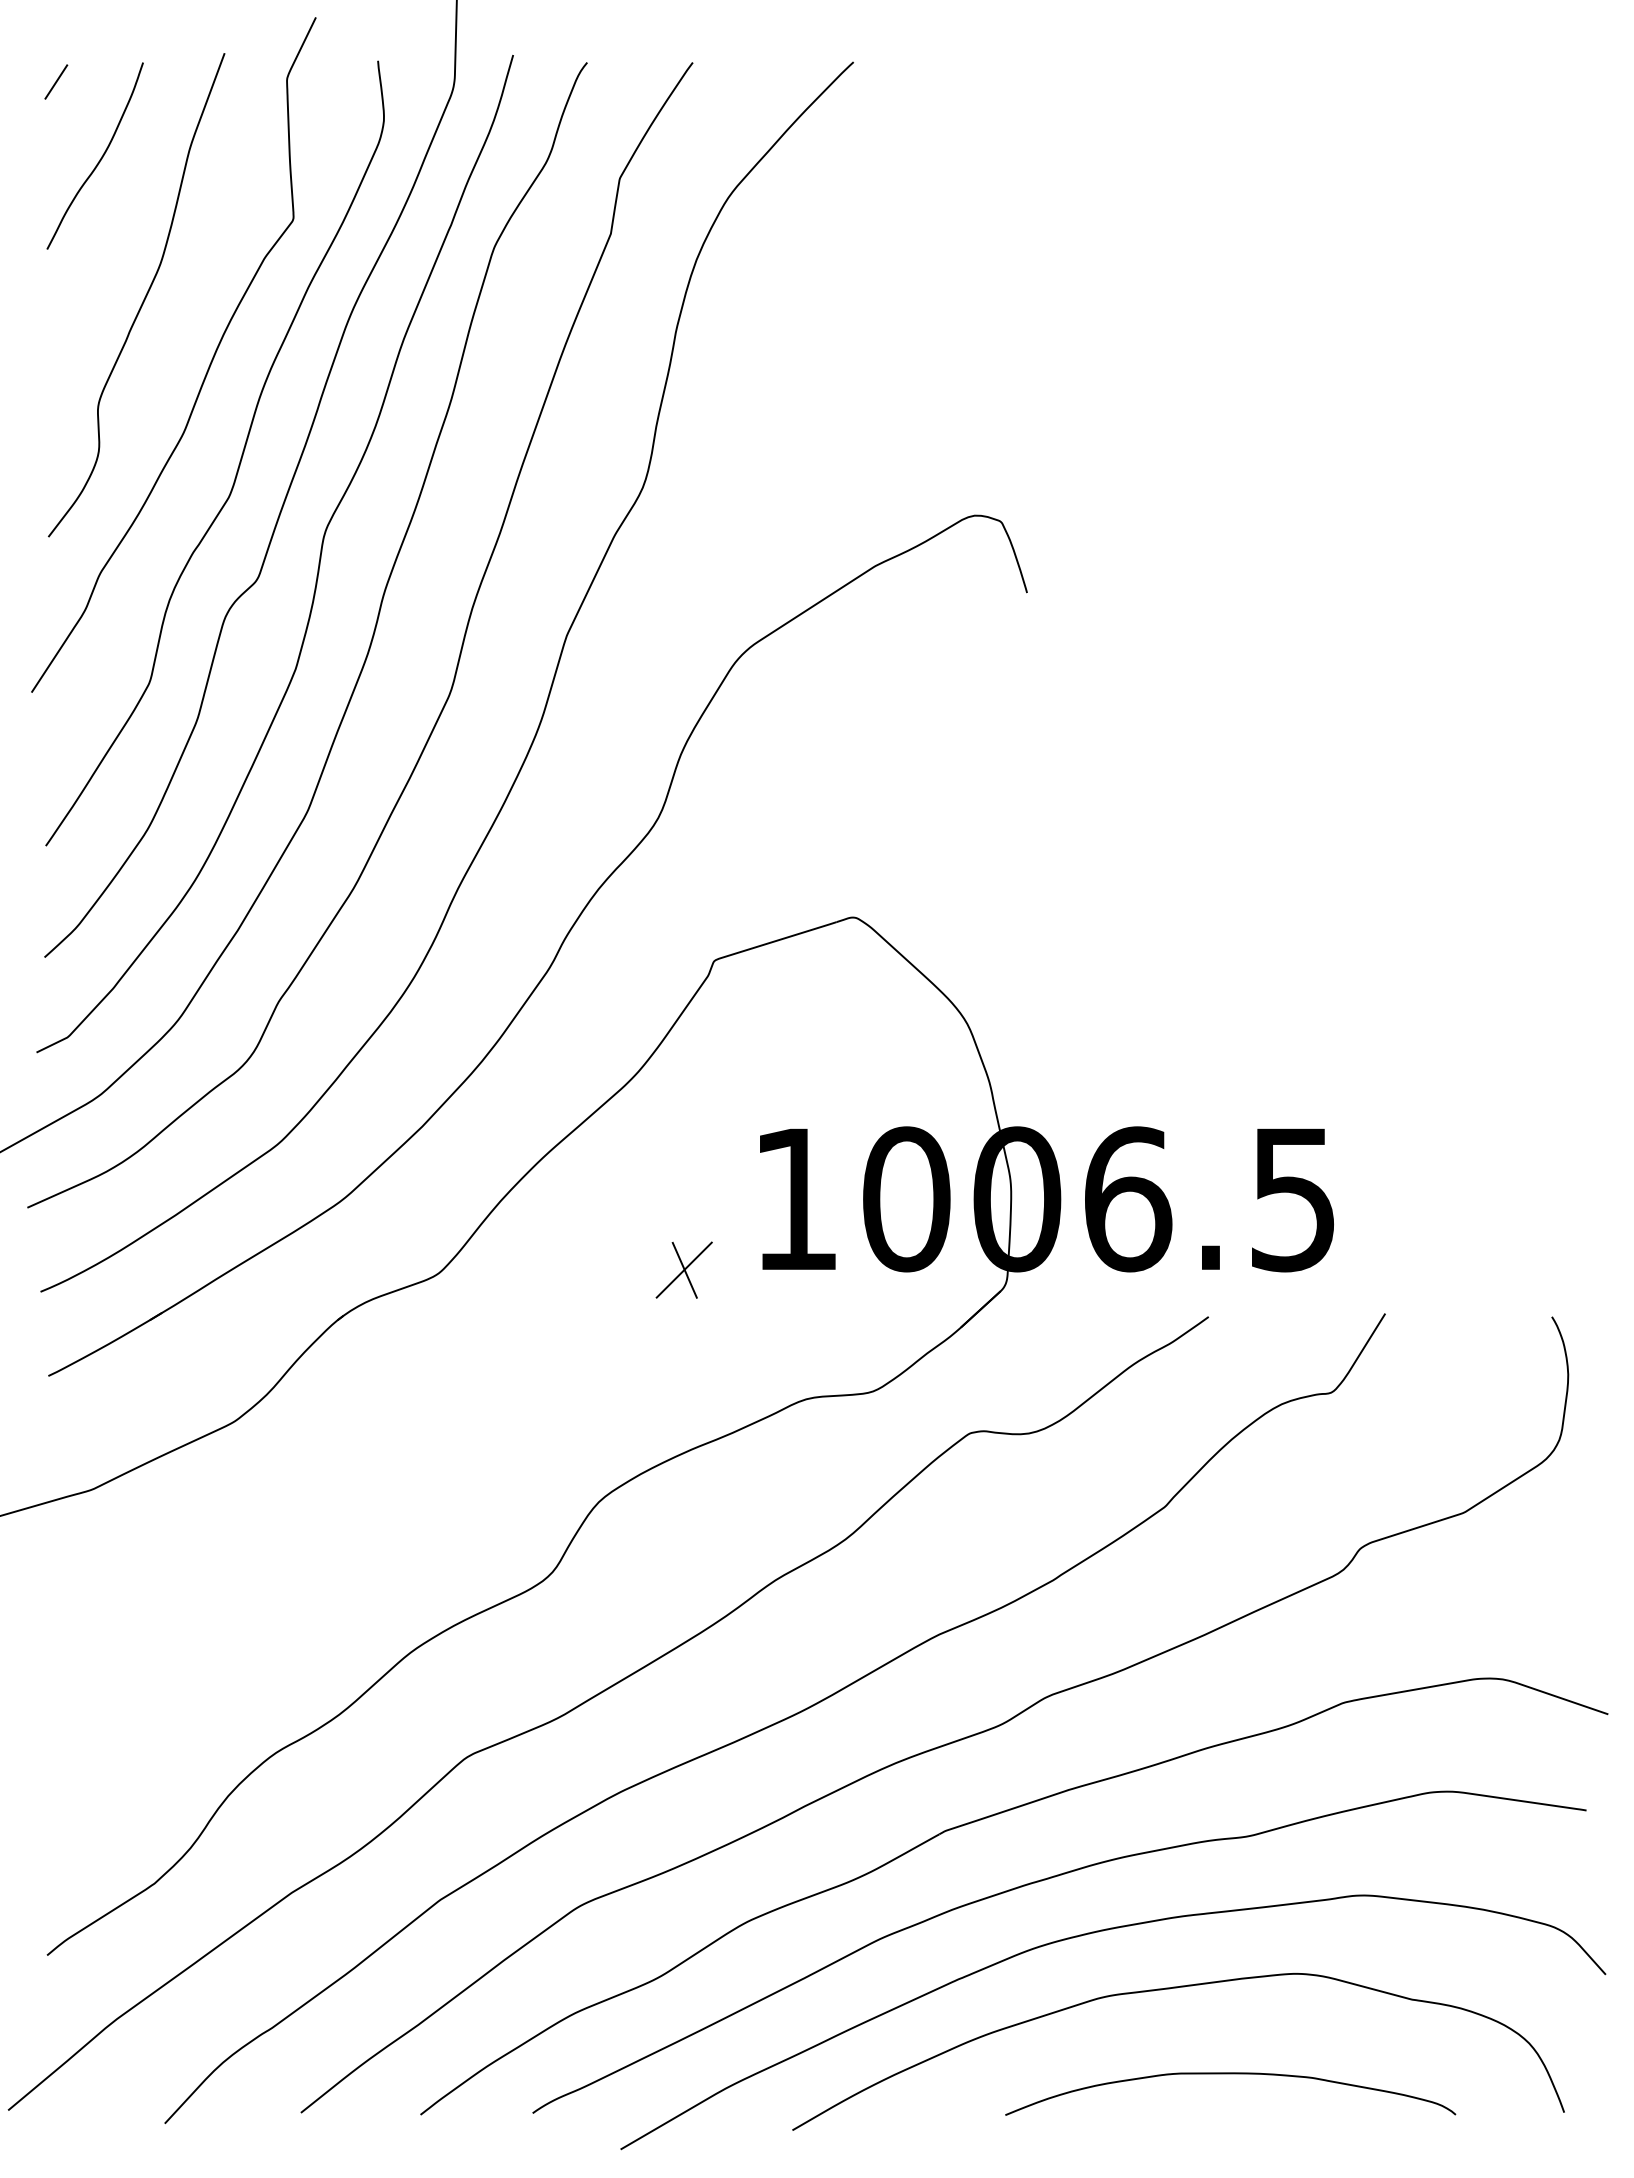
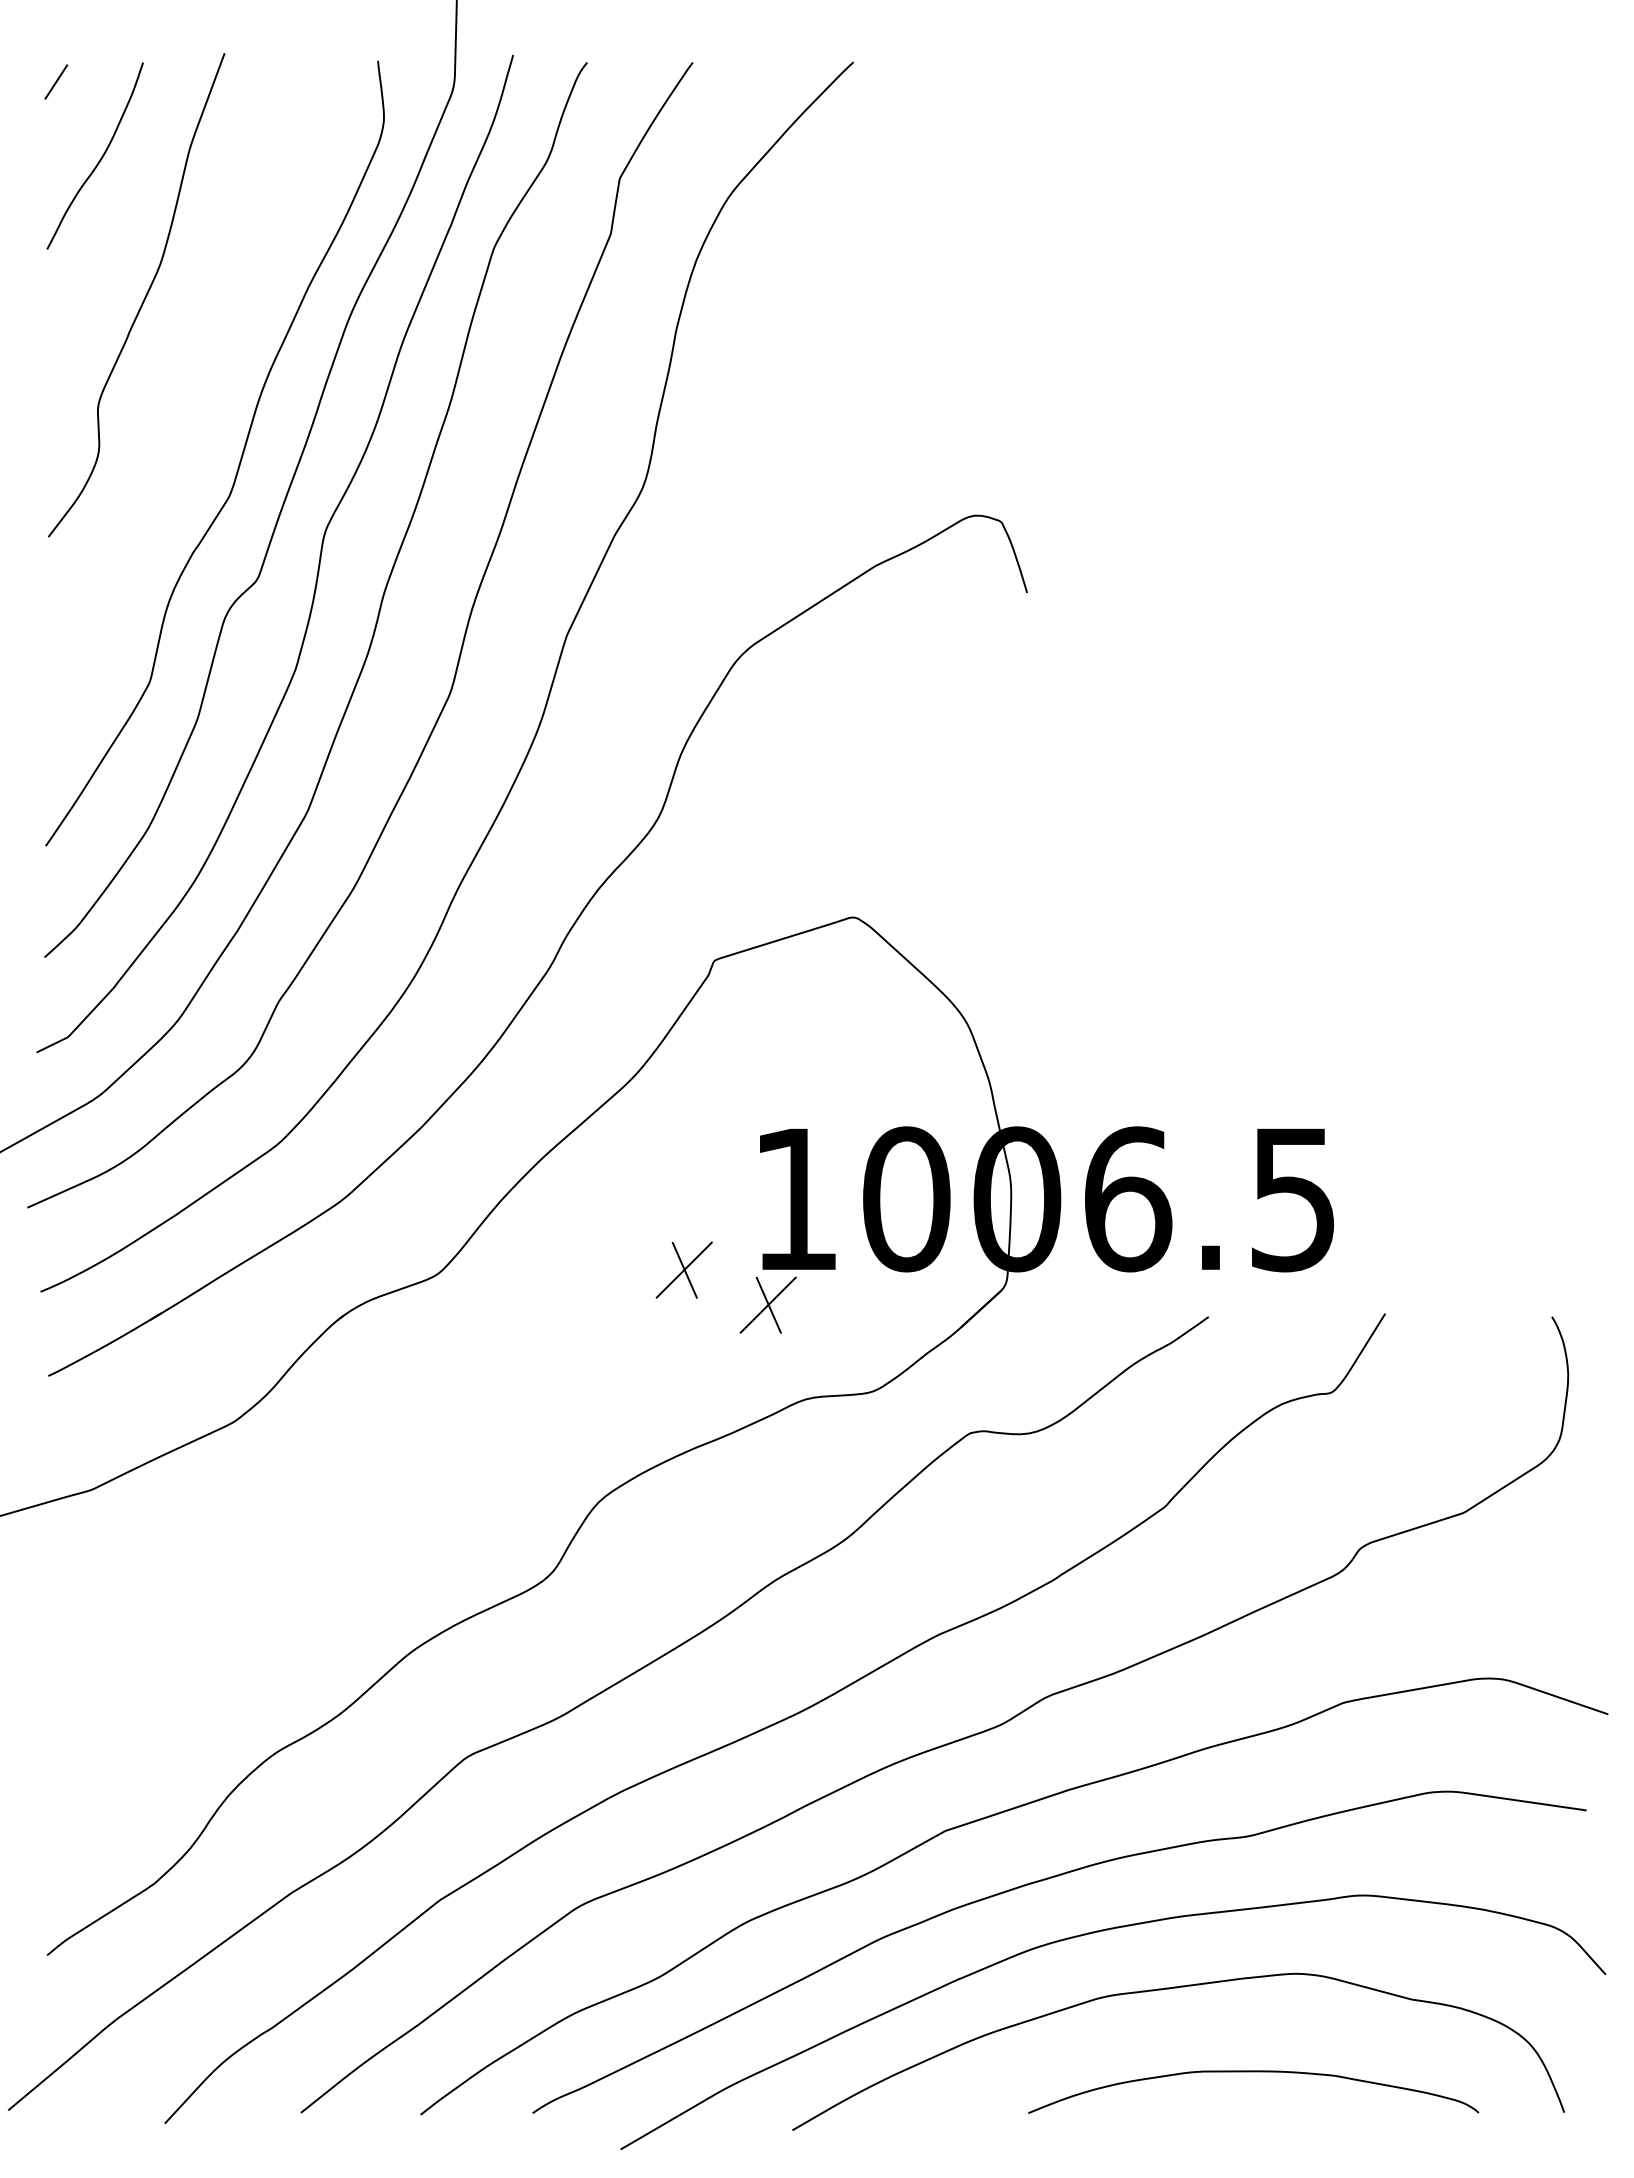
curve at (208, 366): present -> none
part at (767, 1304): none -> present
curve at (1230, 2074) position: (1230, 2074) -> (1253, 2072)
